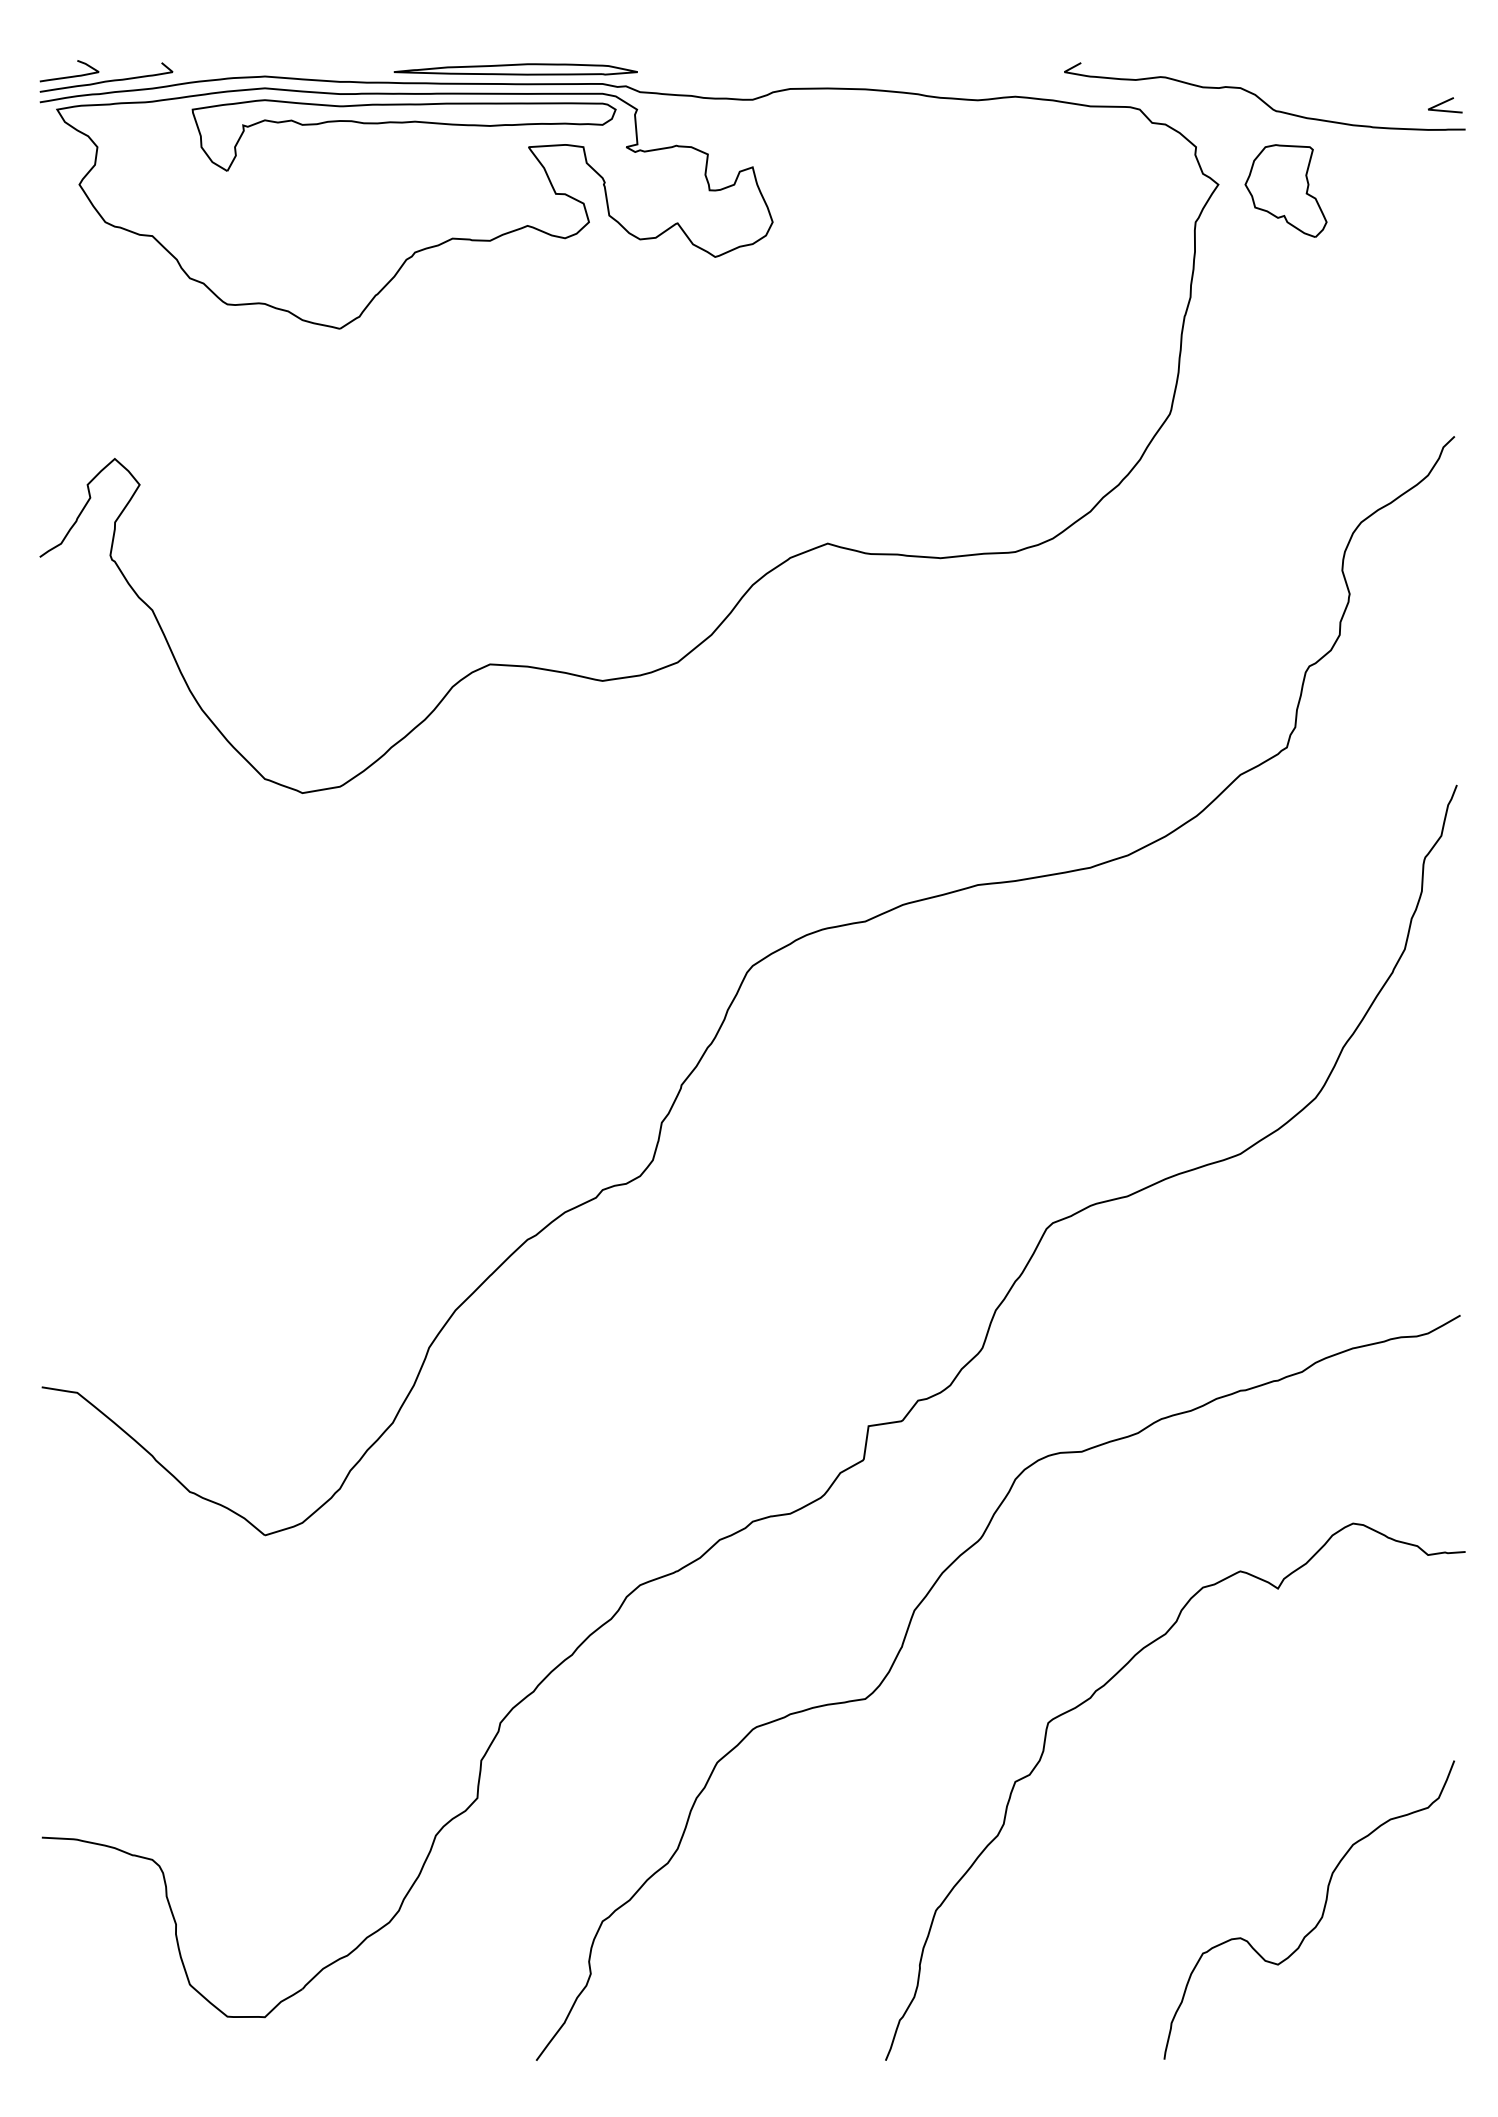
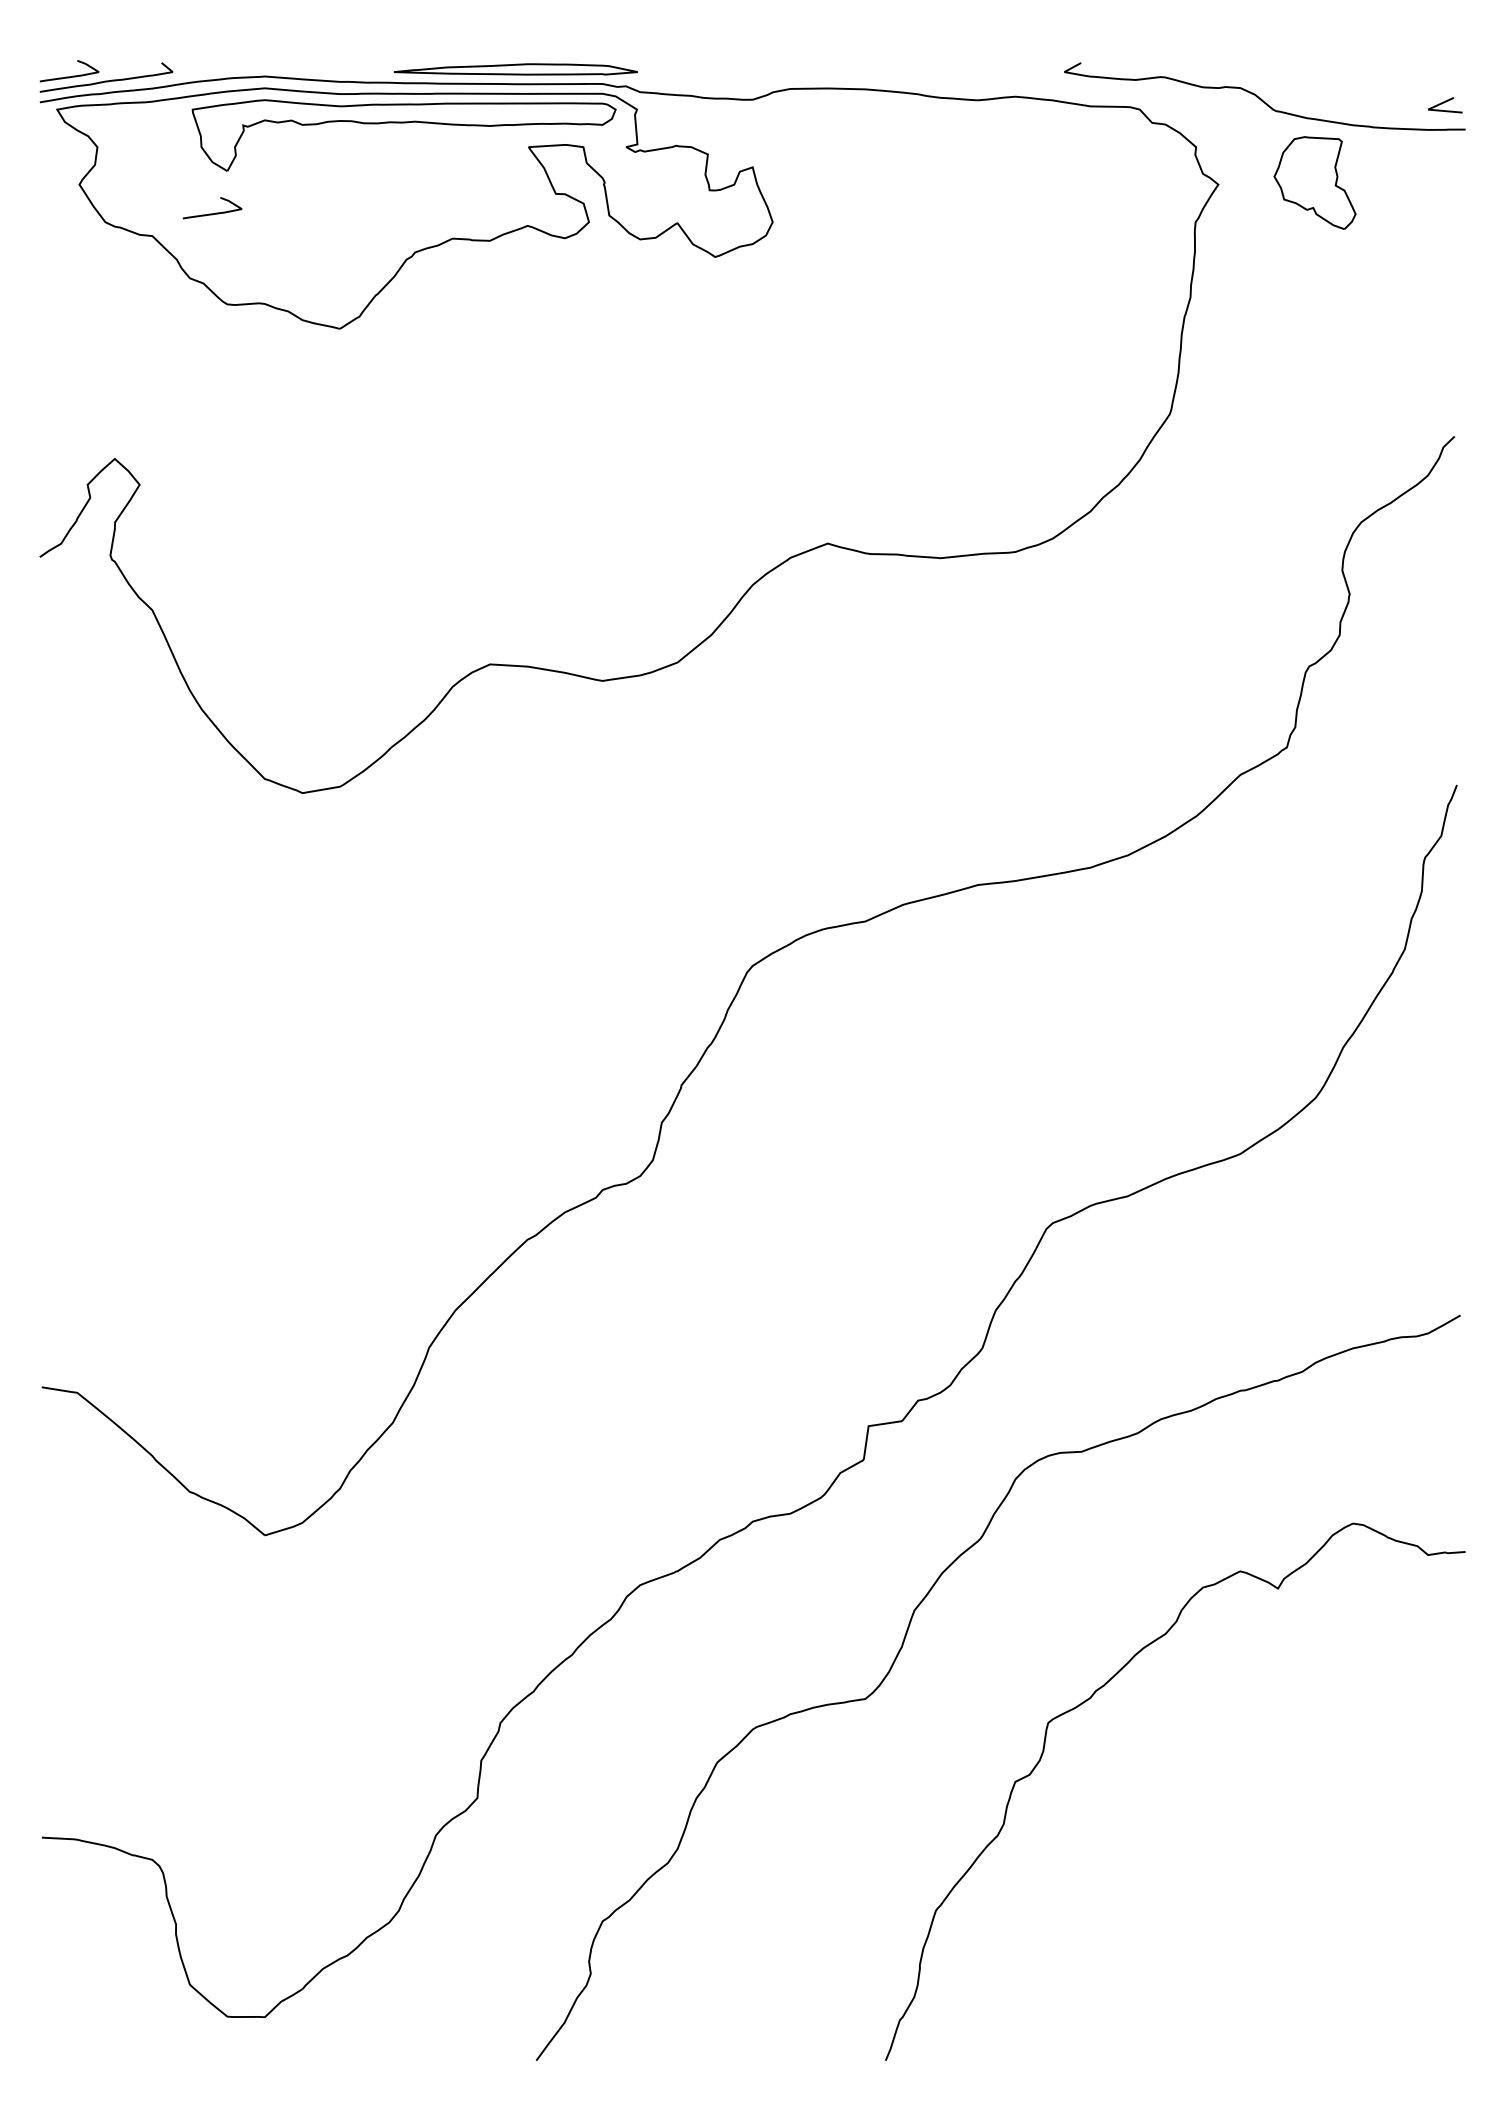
part at (1285, 190) position: (1285, 190) -> (1314, 182)
curve at (215, 212): none -> present
curve at (1322, 1911): present -> none
